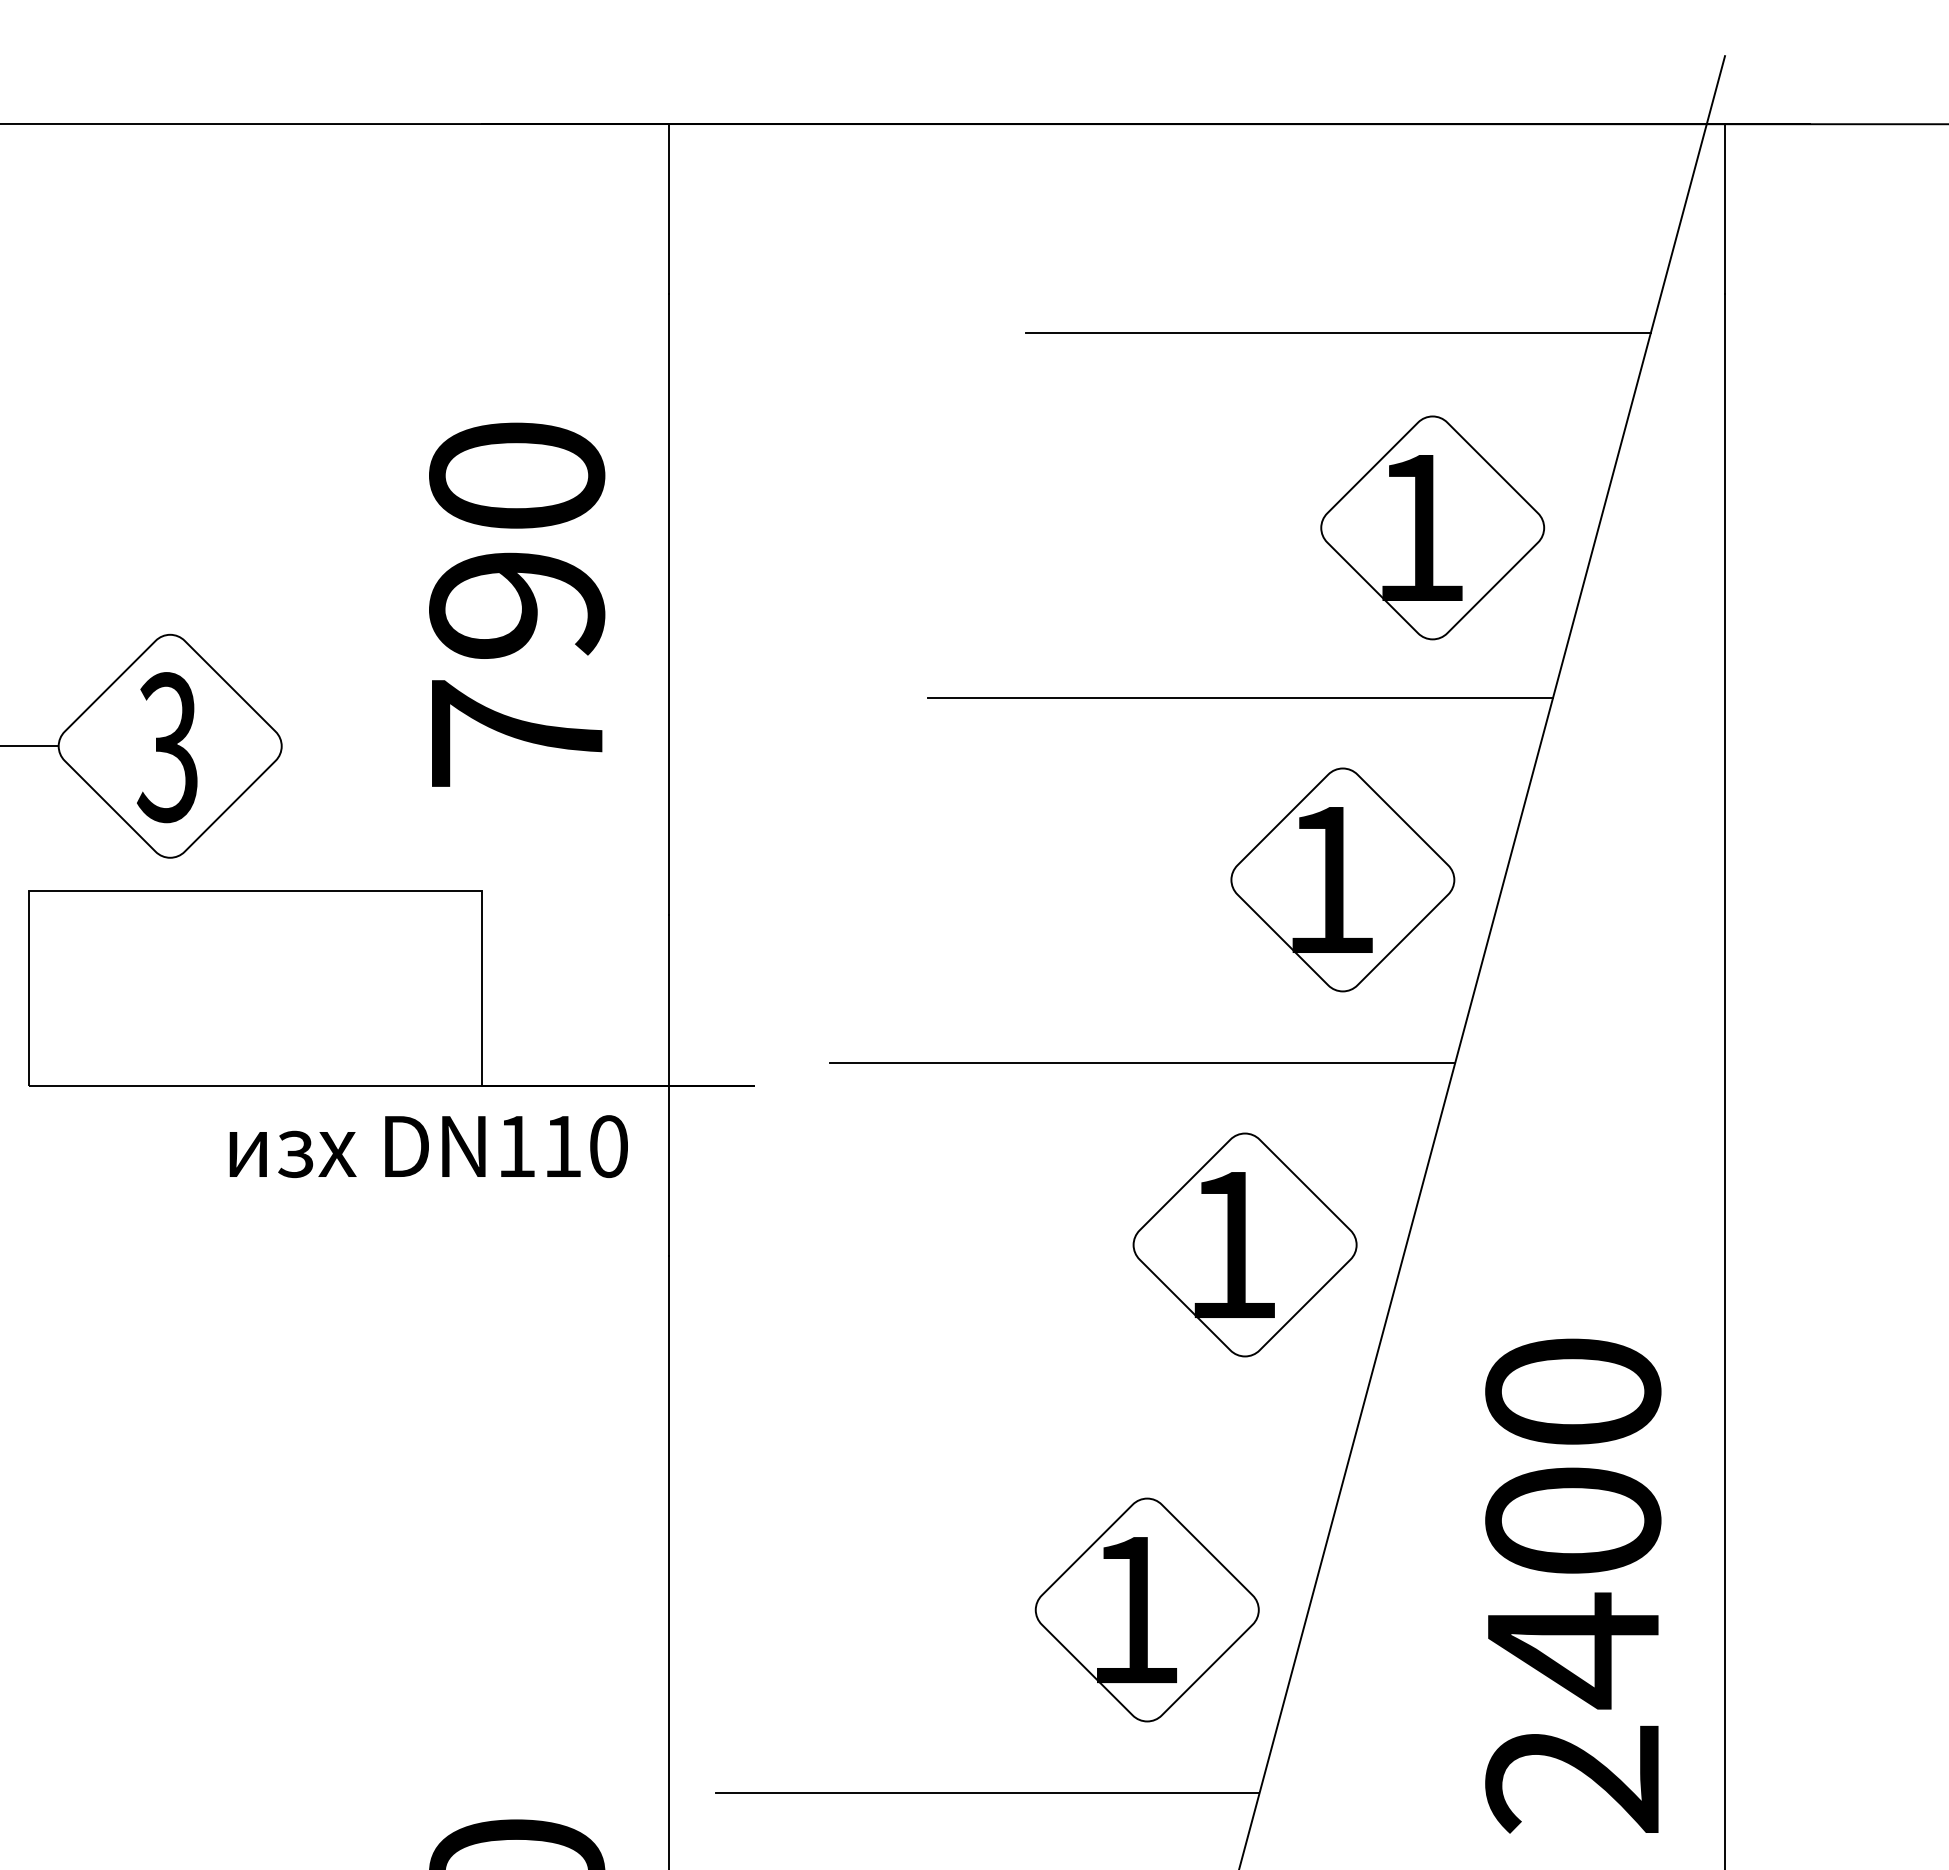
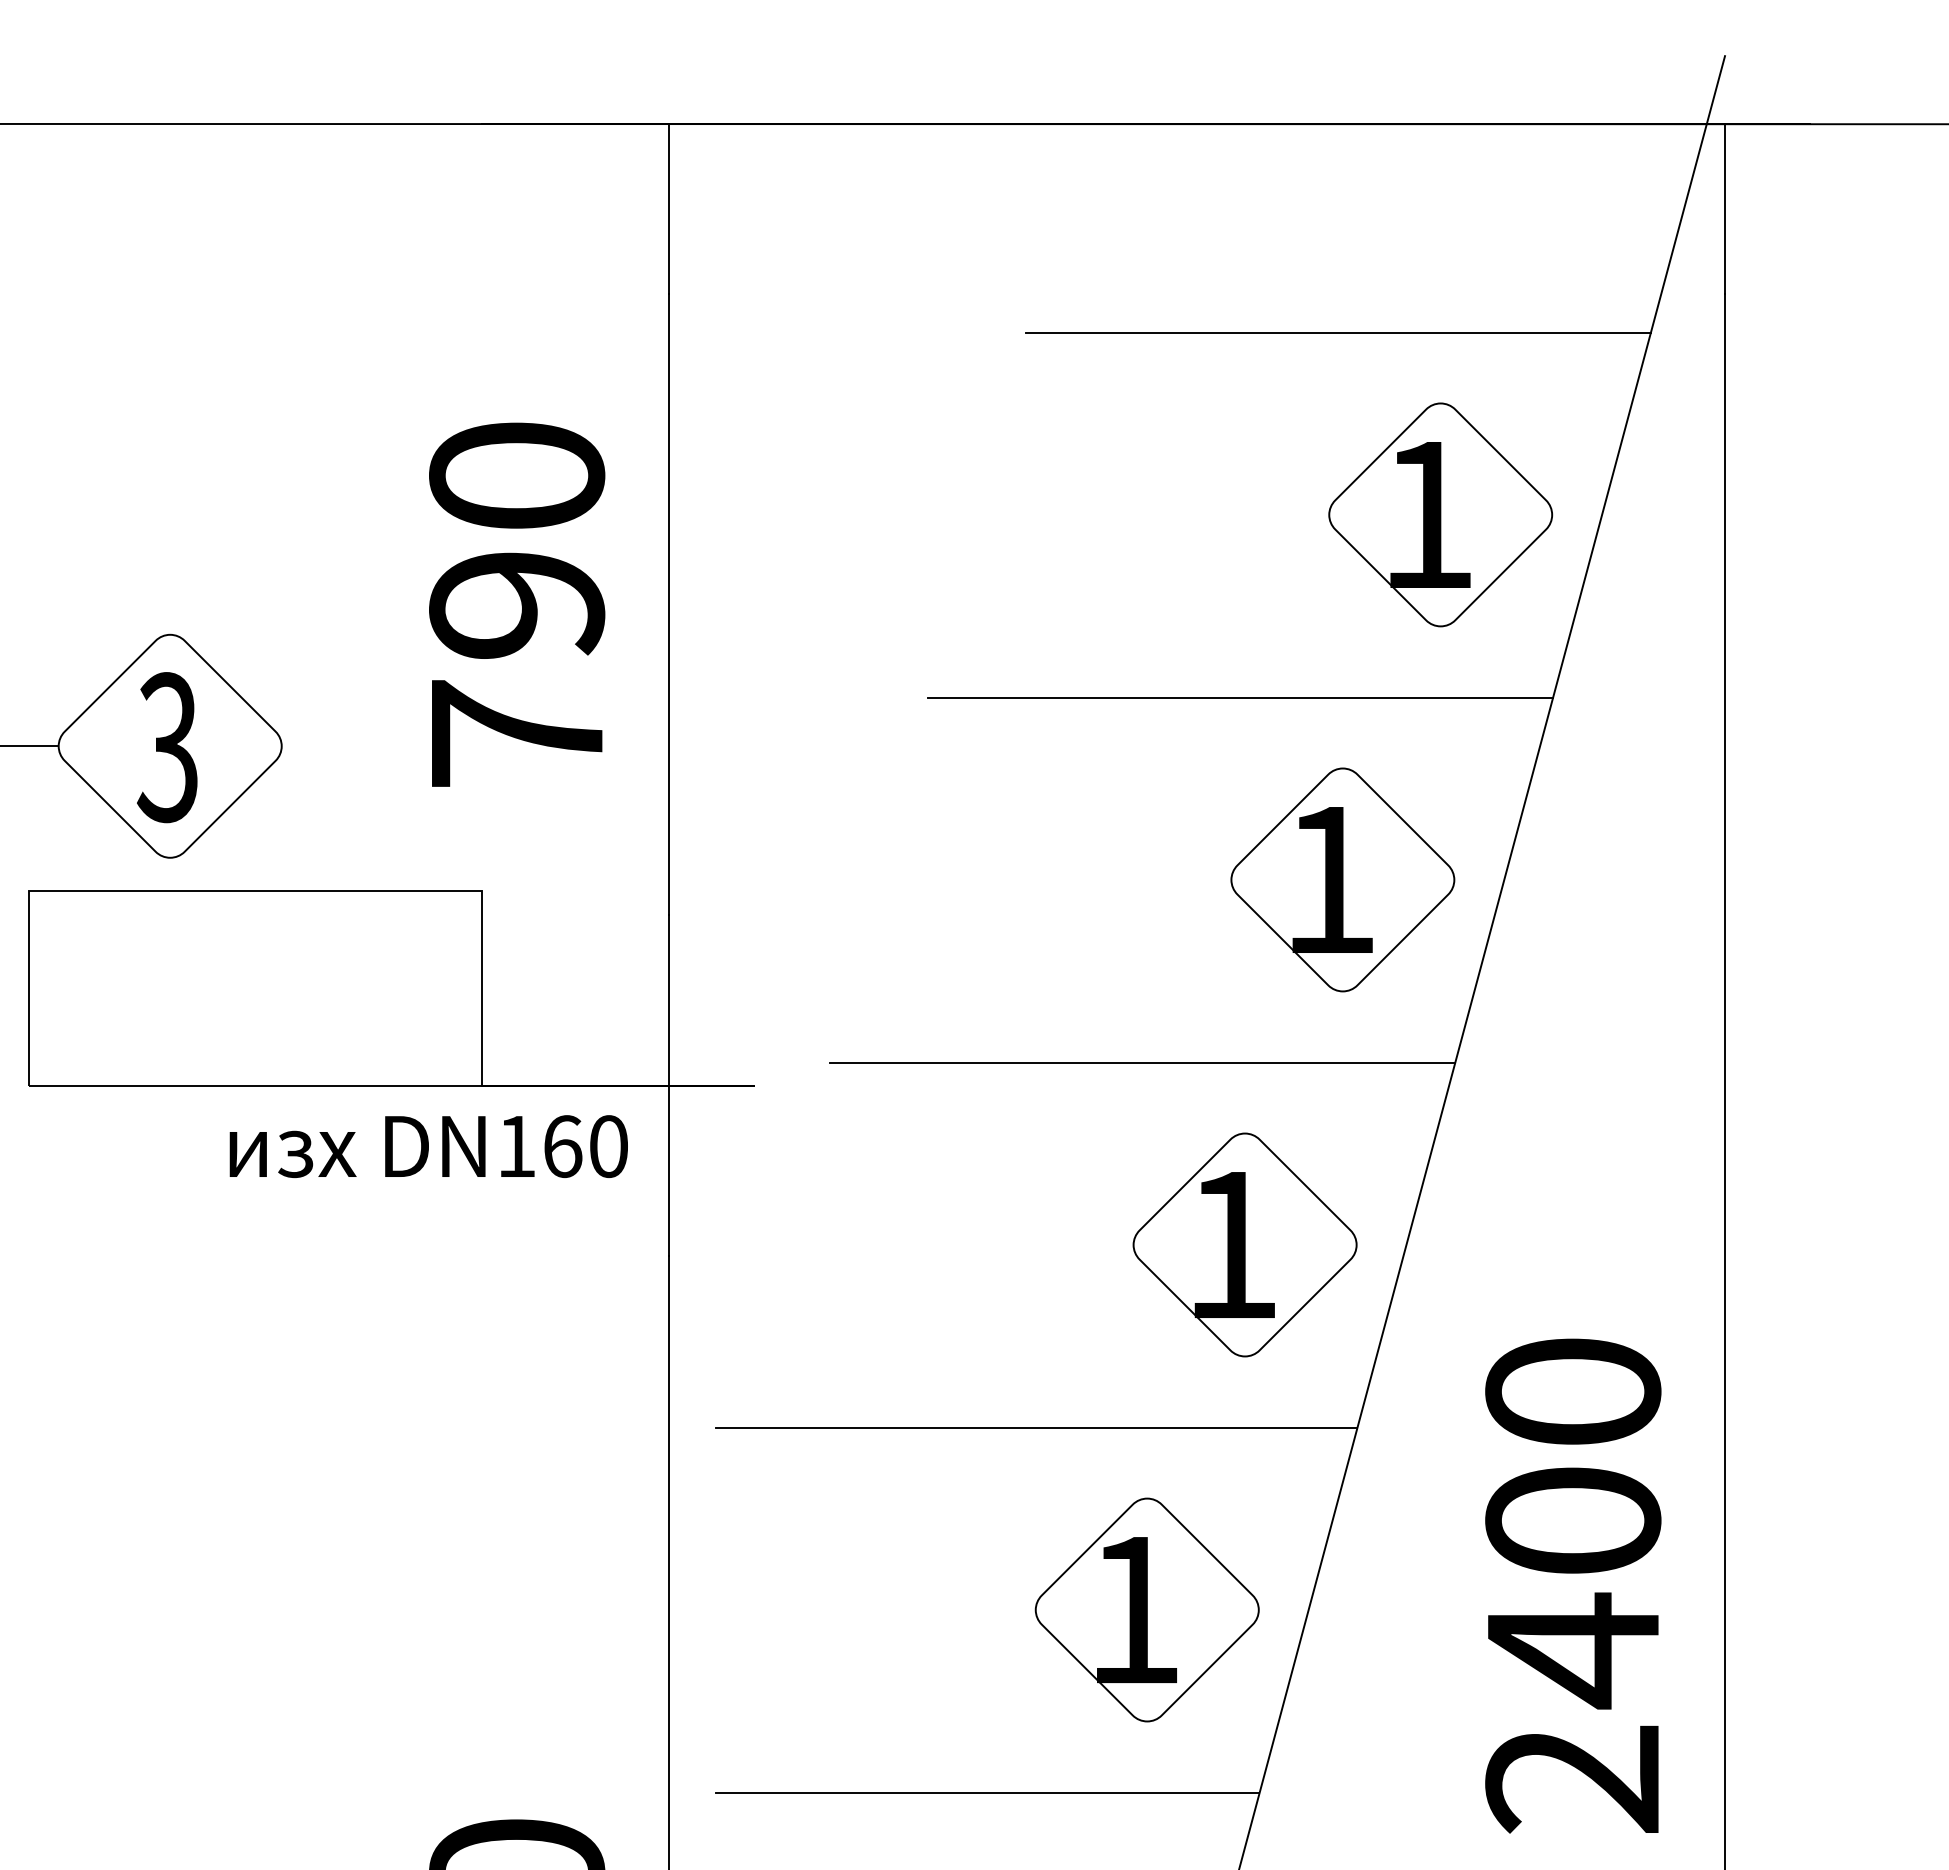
part at (1432, 527) position: (1432, 527) -> (1440, 514)
text at (563, 1146): DN110 -> DN160
line at (1036, 1428): none -> present
